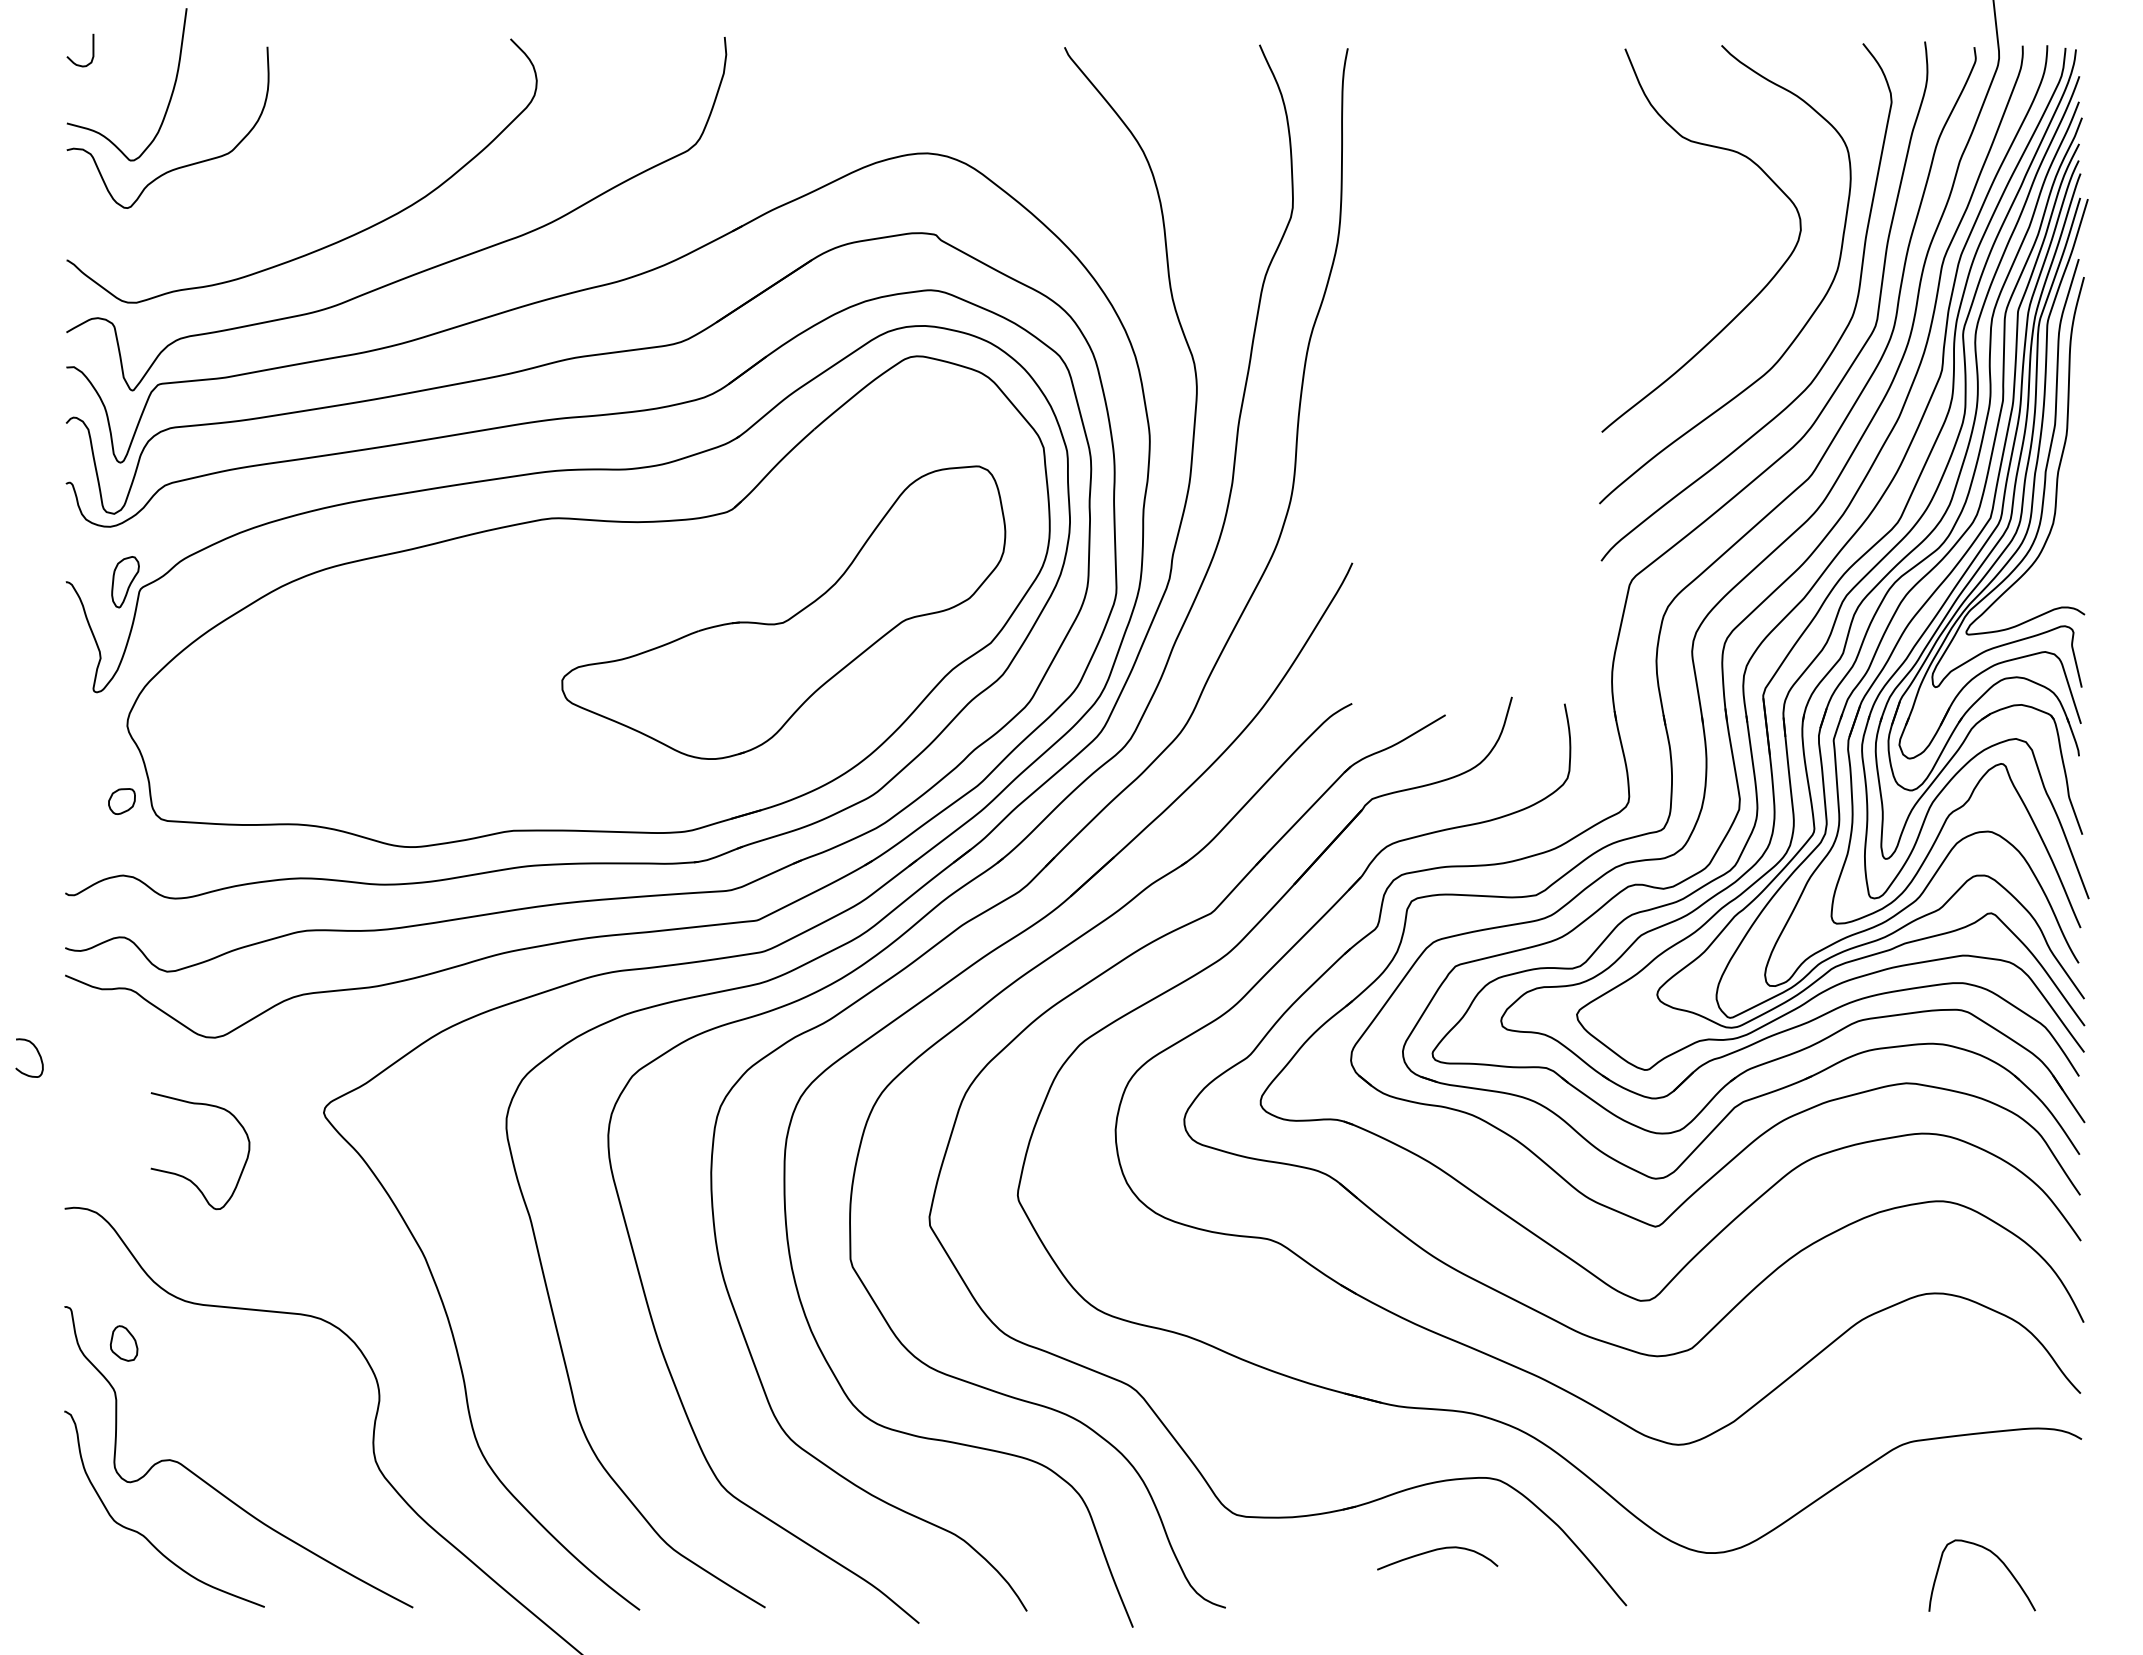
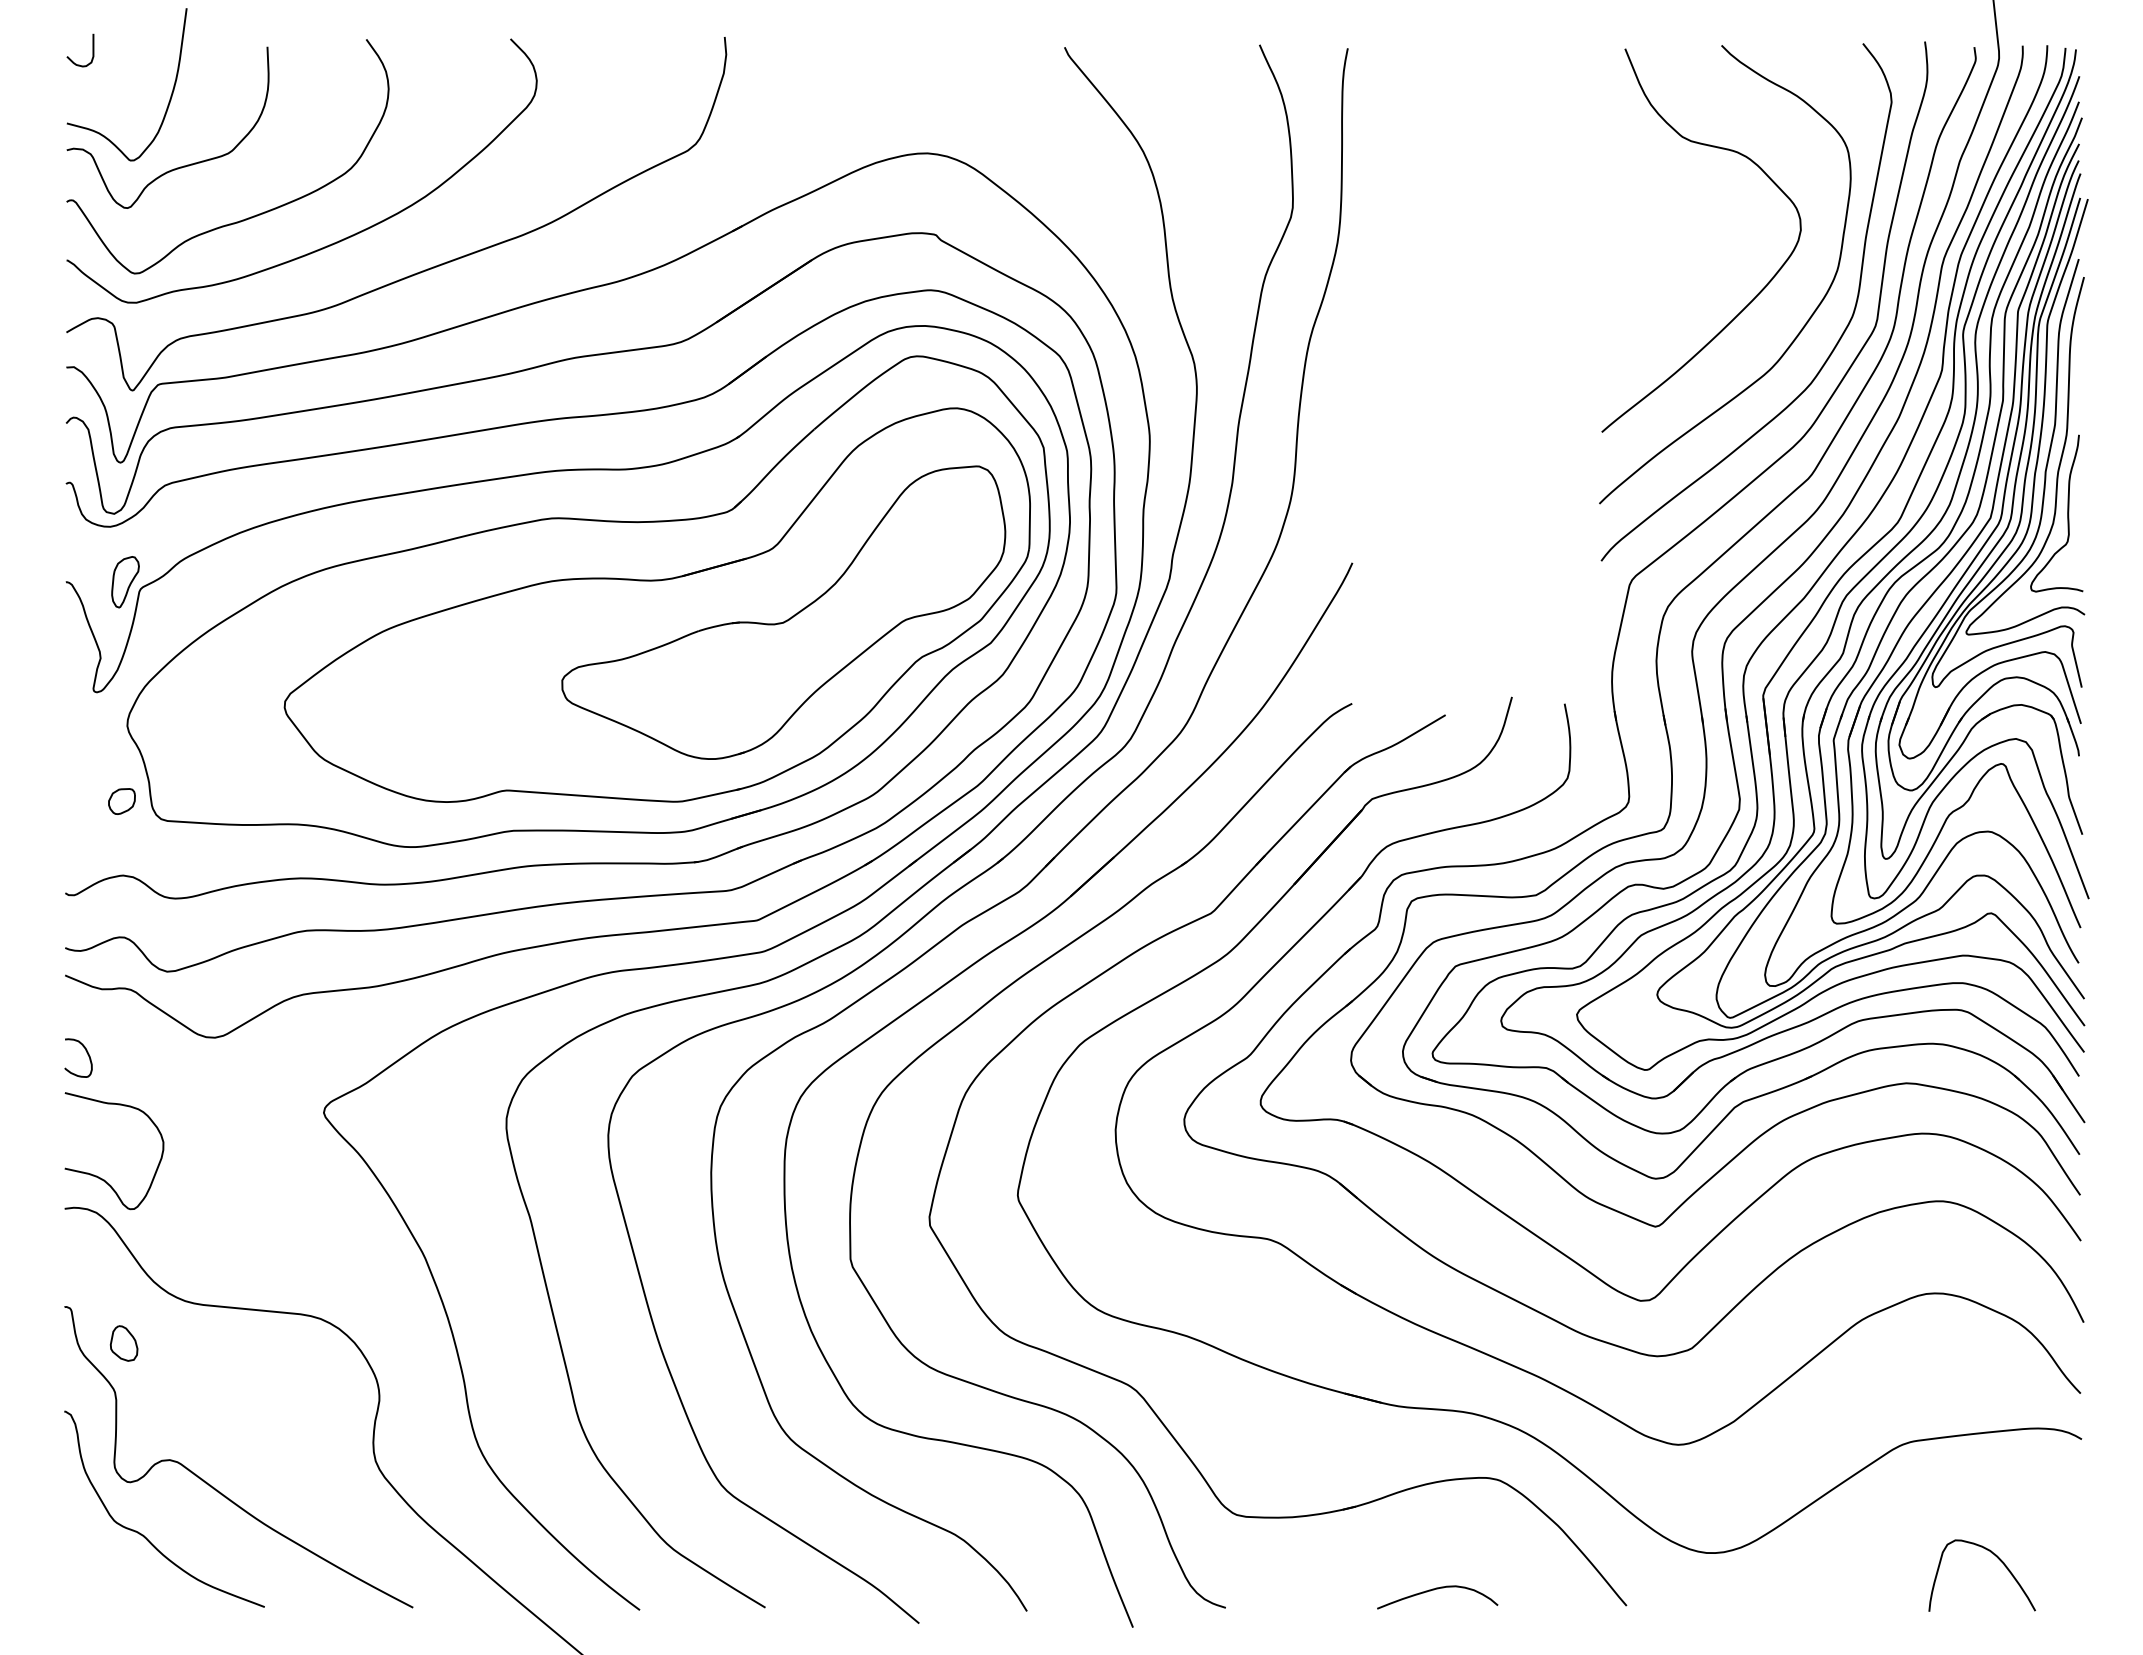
curve at (250, 216): none -> present
curve at (2067, 513): none -> present
part at (656, 604): none -> present
curve at (37, 1052) position: (37, 1052) -> (86, 1052)
curve at (186, 1177) position: (186, 1177) -> (100, 1177)
curve at (1434, 1551) position: (1434, 1551) -> (1434, 1590)
